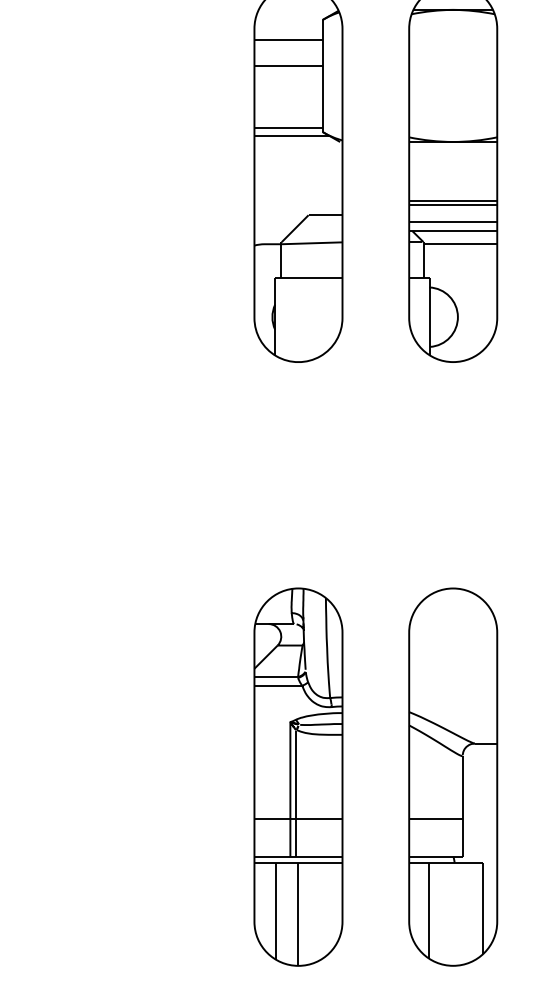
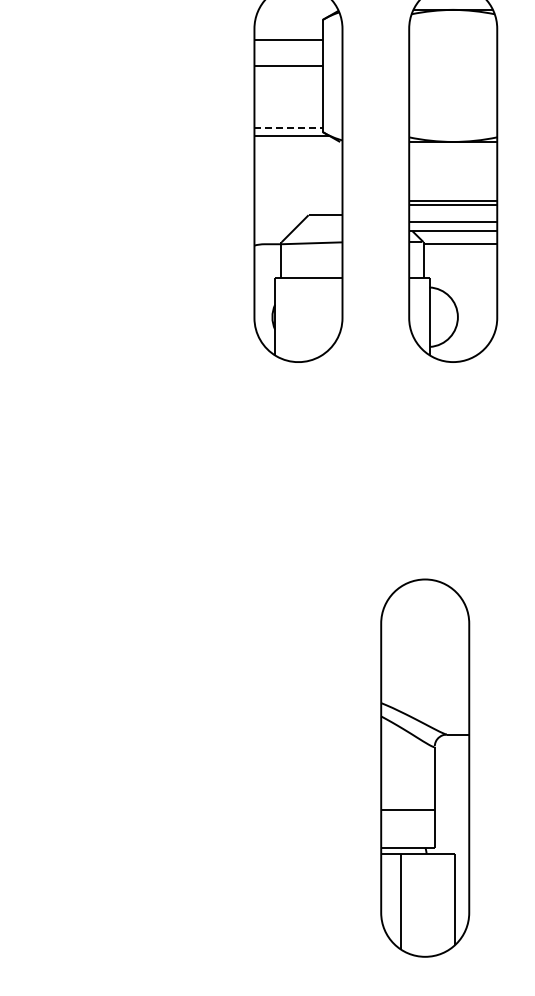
line at (288, 128): solid -> dashed
part at (298, 776): present -> none
part at (453, 776) position: (453, 776) -> (425, 767)
